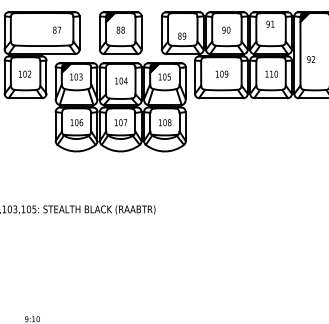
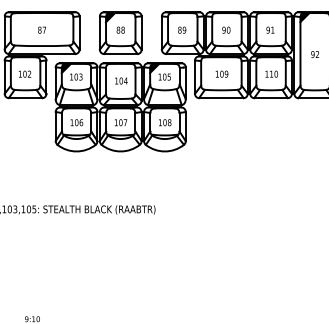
text at (270, 23) position: (270, 23) -> (270, 29)
text at (56, 29) position: (56, 29) -> (41, 29)
text at (182, 35) position: (182, 35) -> (182, 29)
text at (311, 59) position: (311, 59) -> (315, 54)
